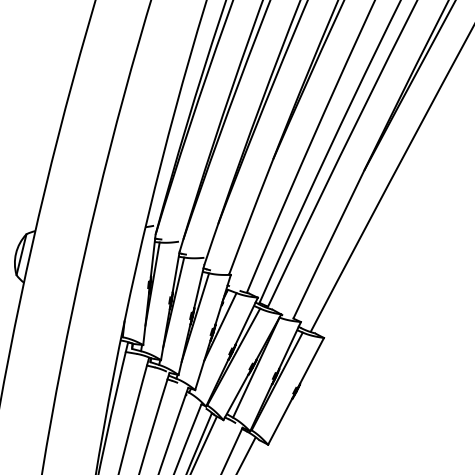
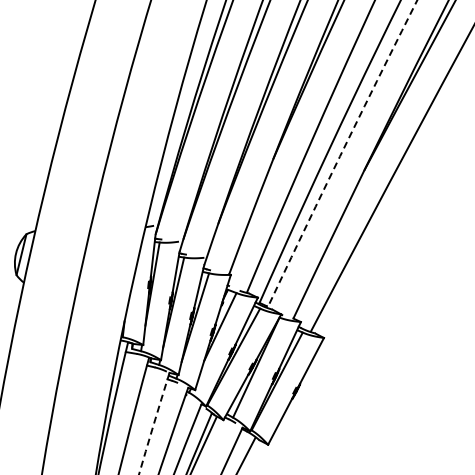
arc at (341, 153): solid -> dashed
arc at (153, 424): solid -> dashed
